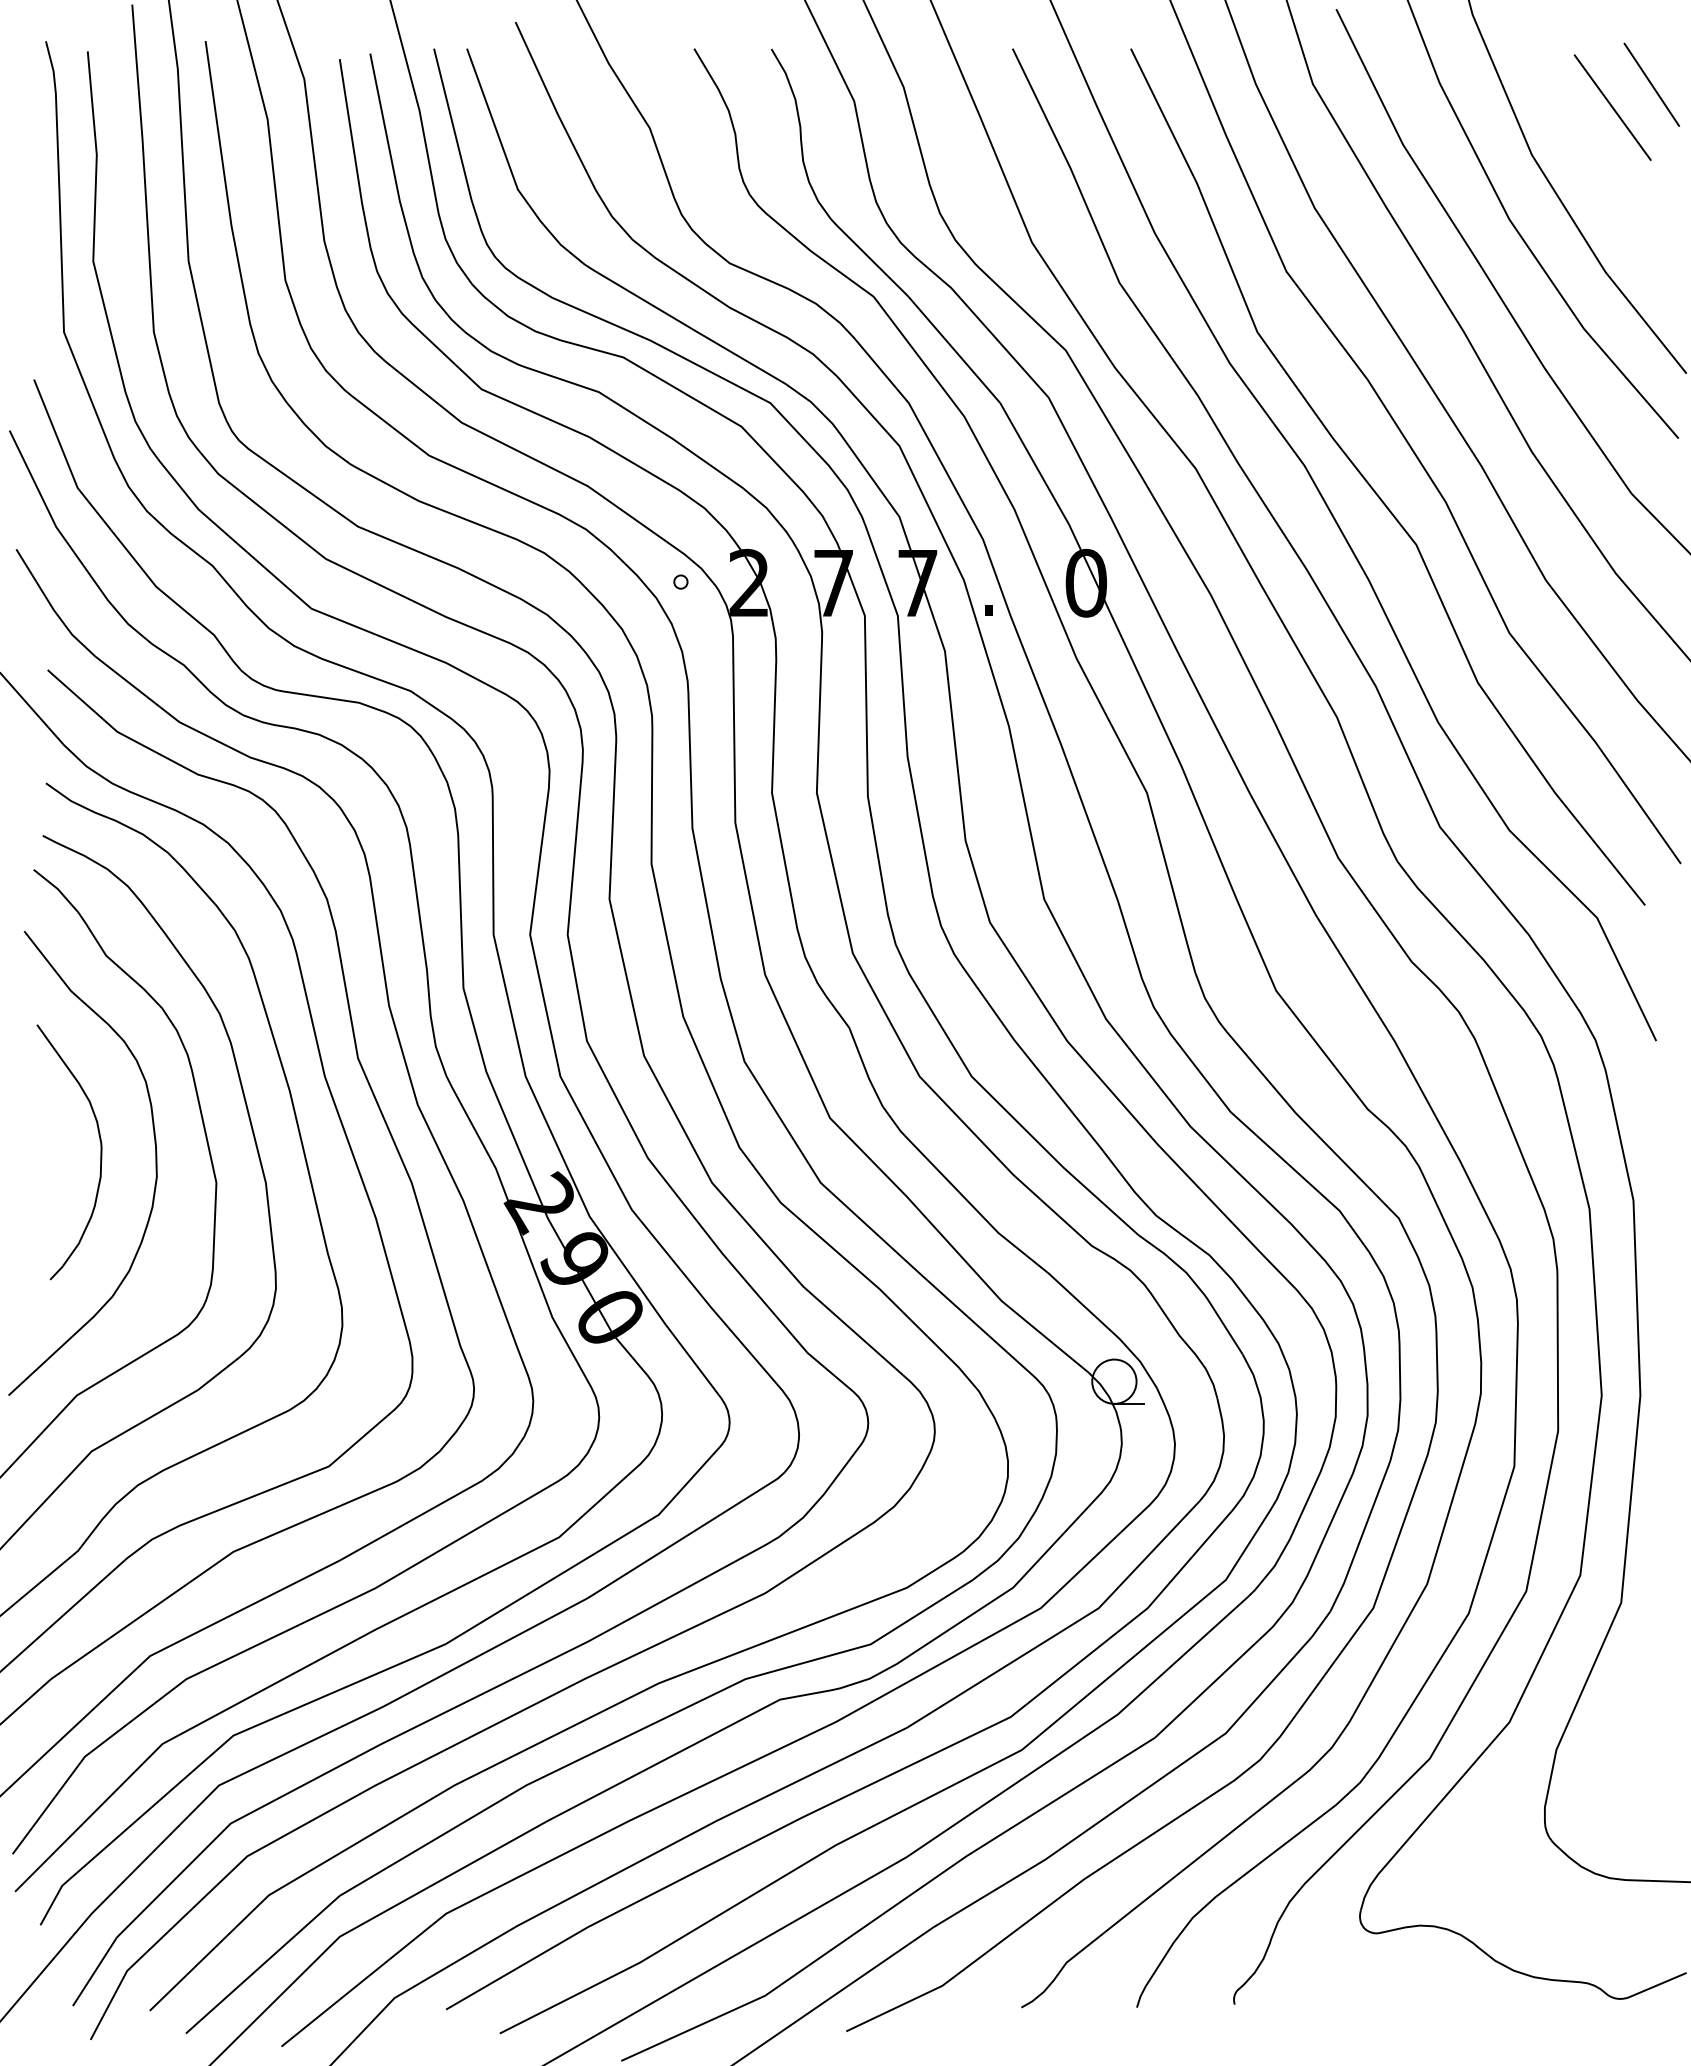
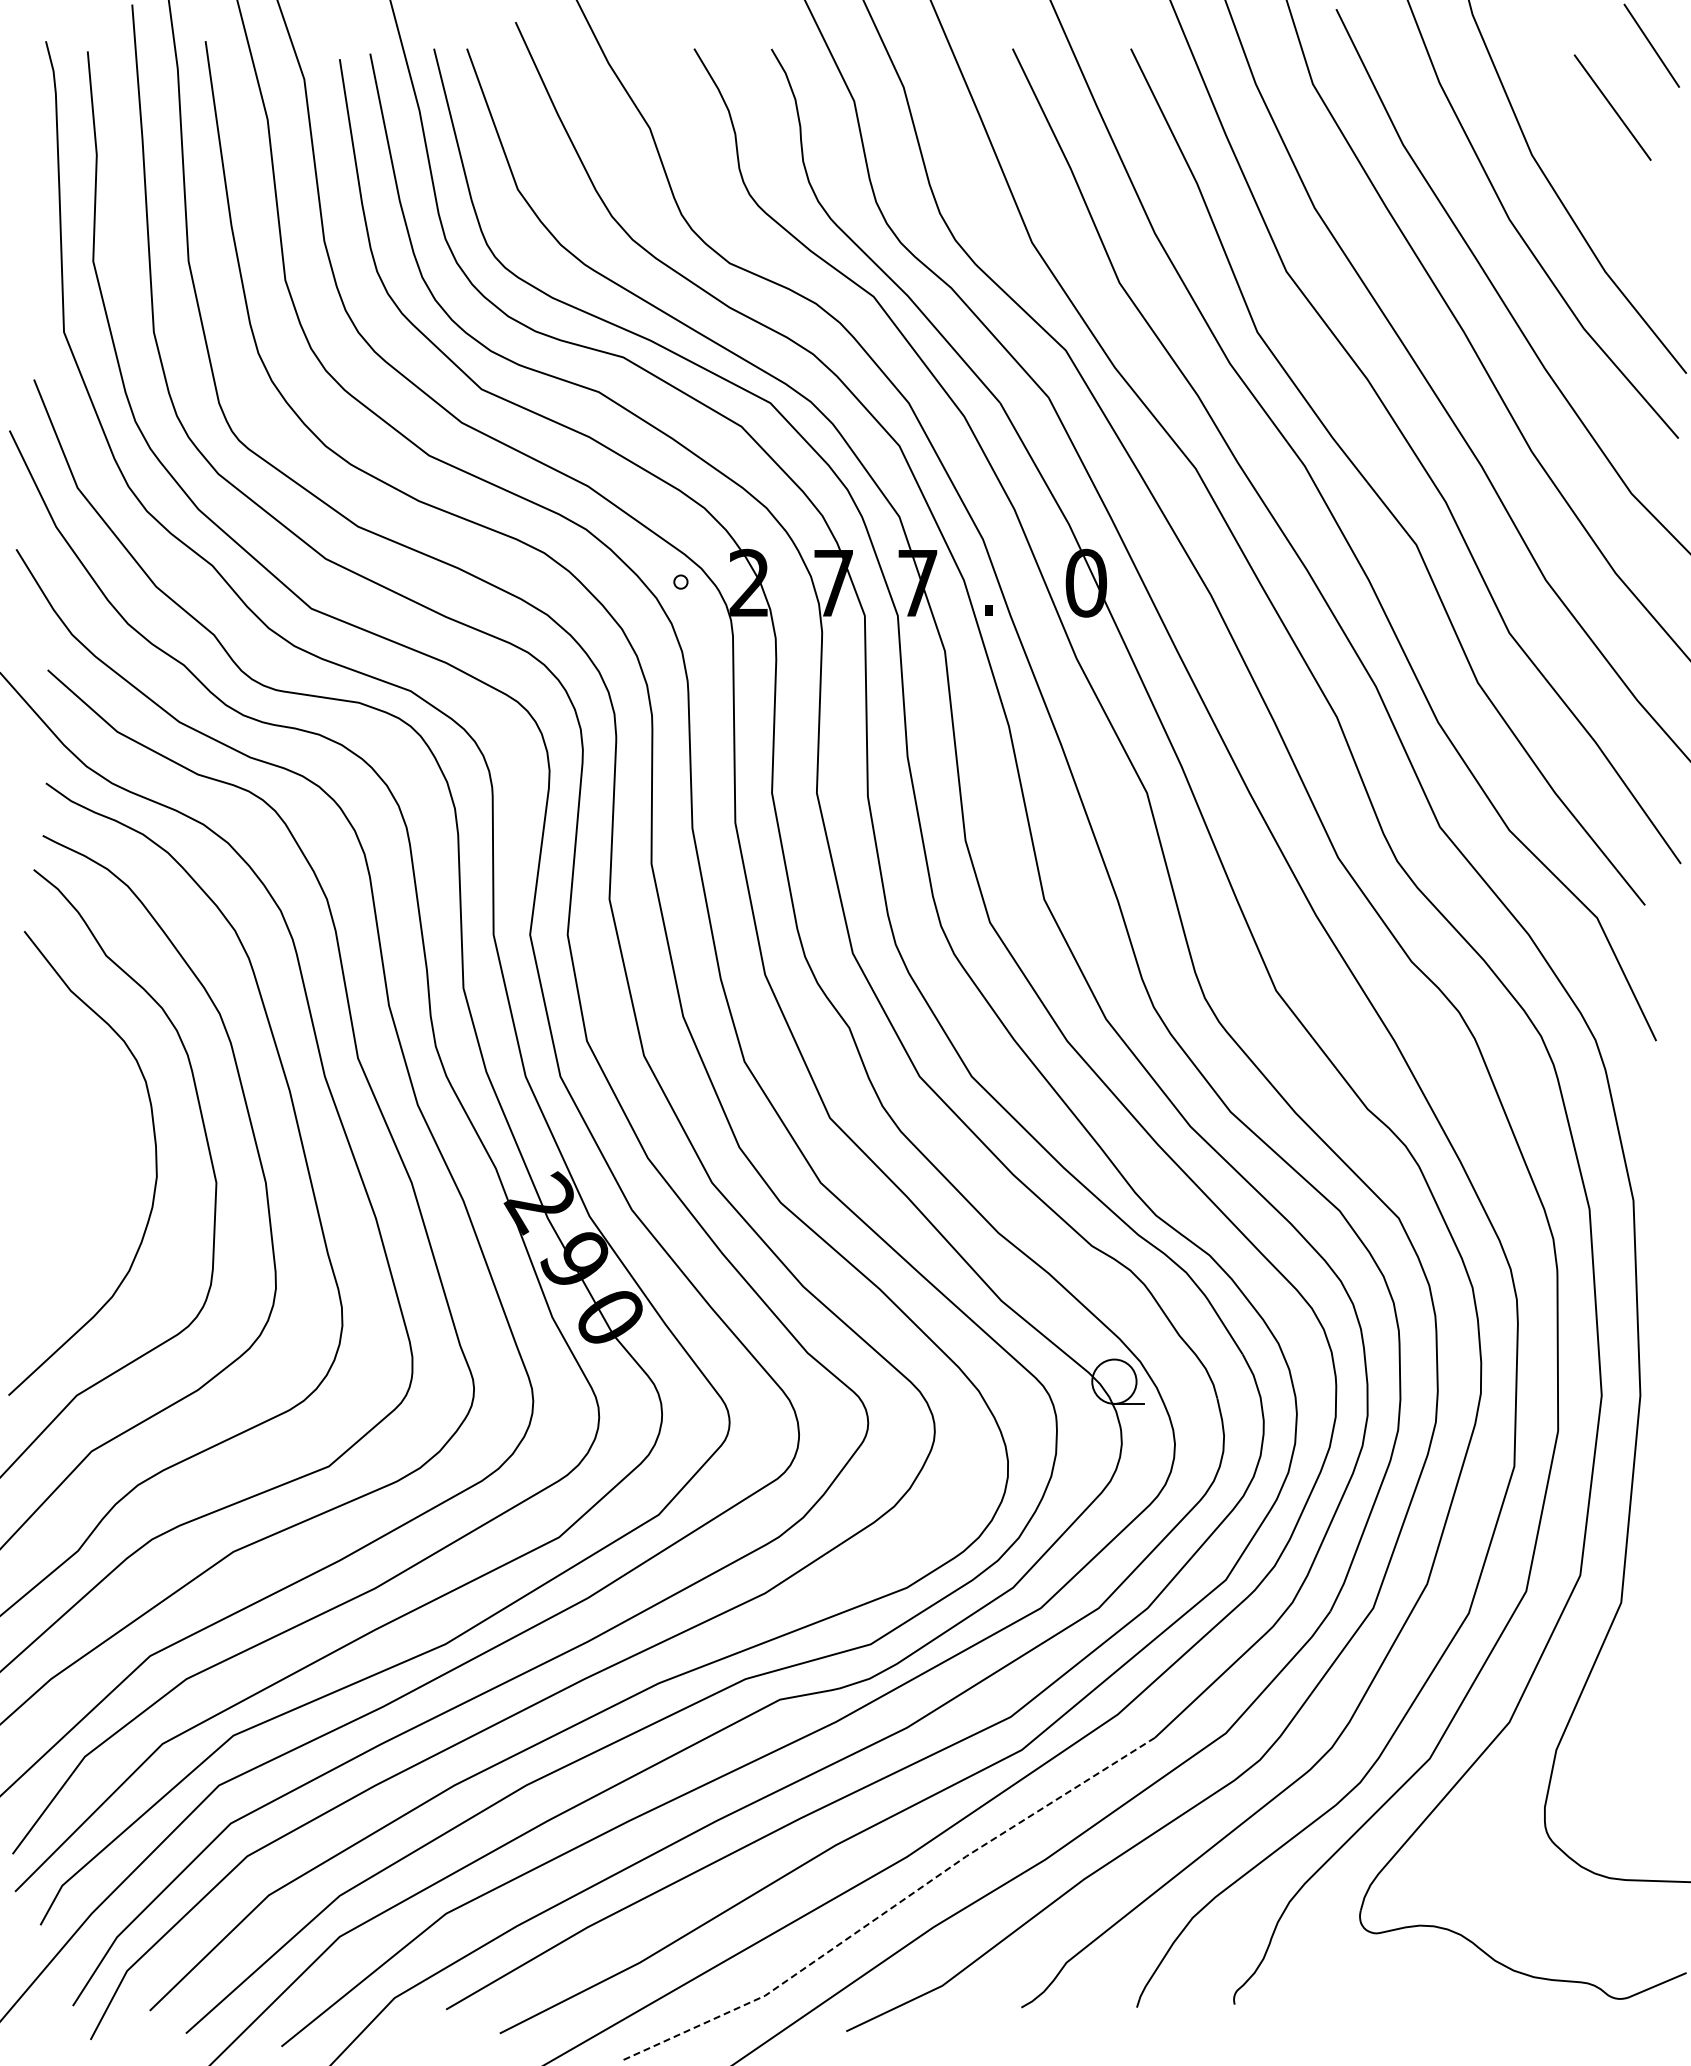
line at (1651, 84) position: (1651, 84) -> (1651, 45)
curve at (100, 1152): present -> none
line at (892, 1907): solid -> dashed
